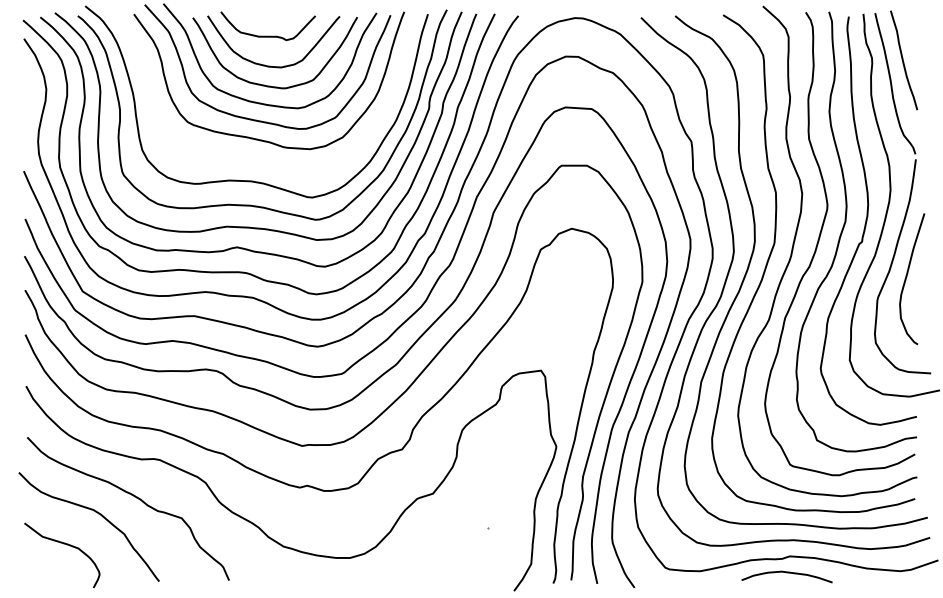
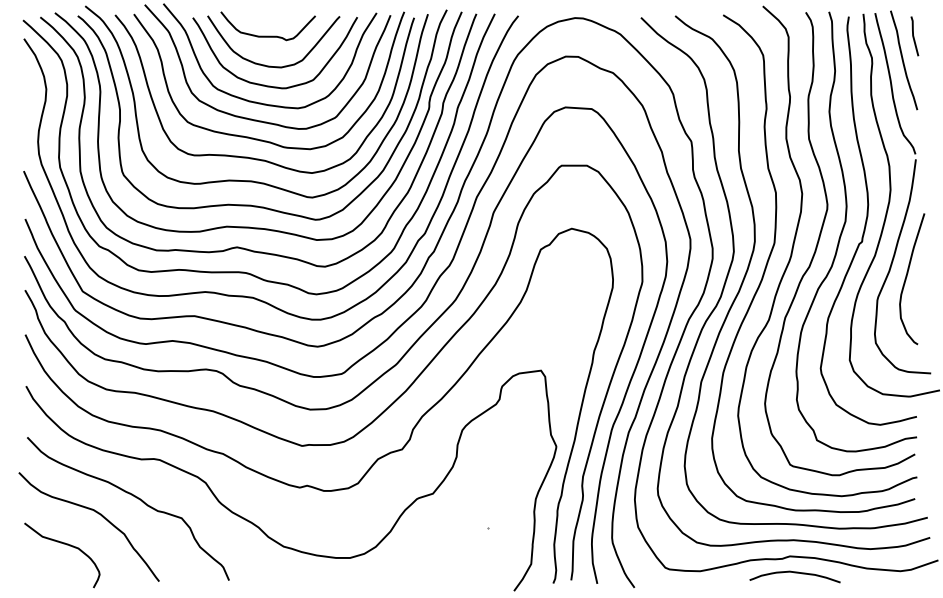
line at (914, 36): none -> present
curve at (253, 157): none -> present
curve at (786, 573) position: (786, 573) -> (794, 573)
